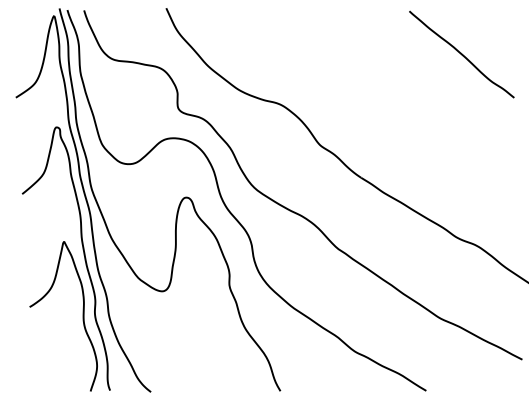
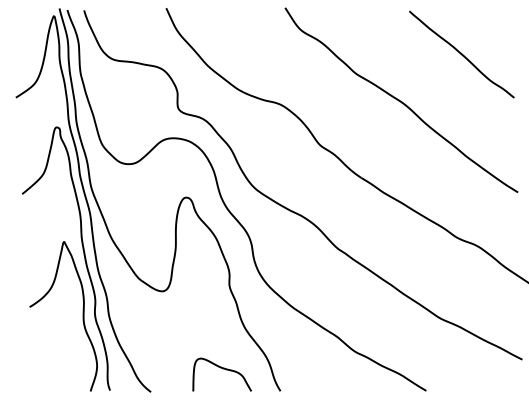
curve at (400, 100): none -> present
curve at (223, 369): none -> present
